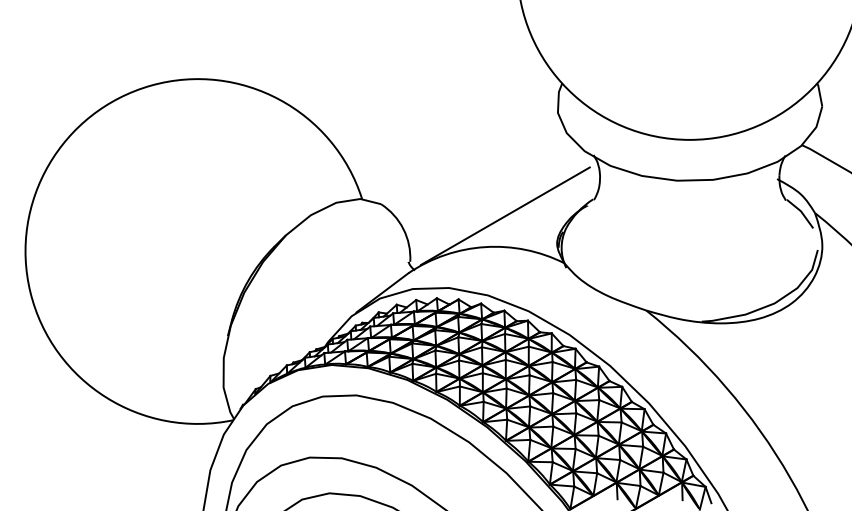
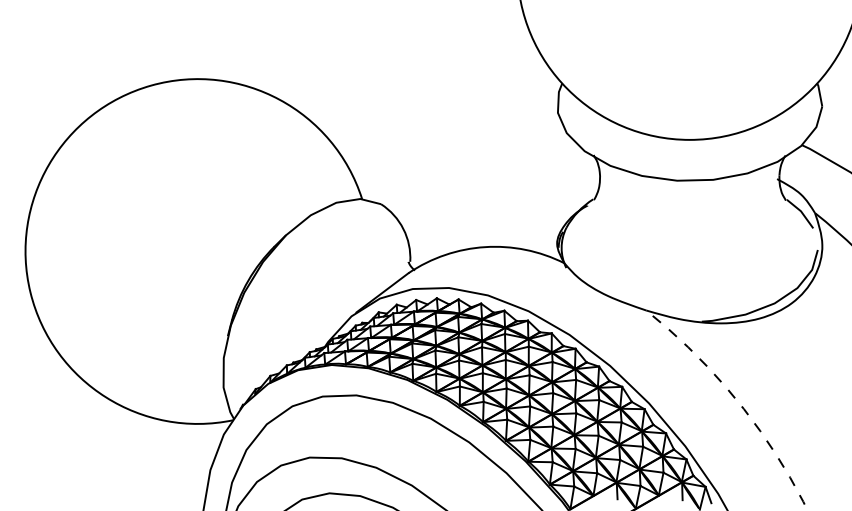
line at (505, 215): present -> none
arc at (738, 402): solid -> dashed
